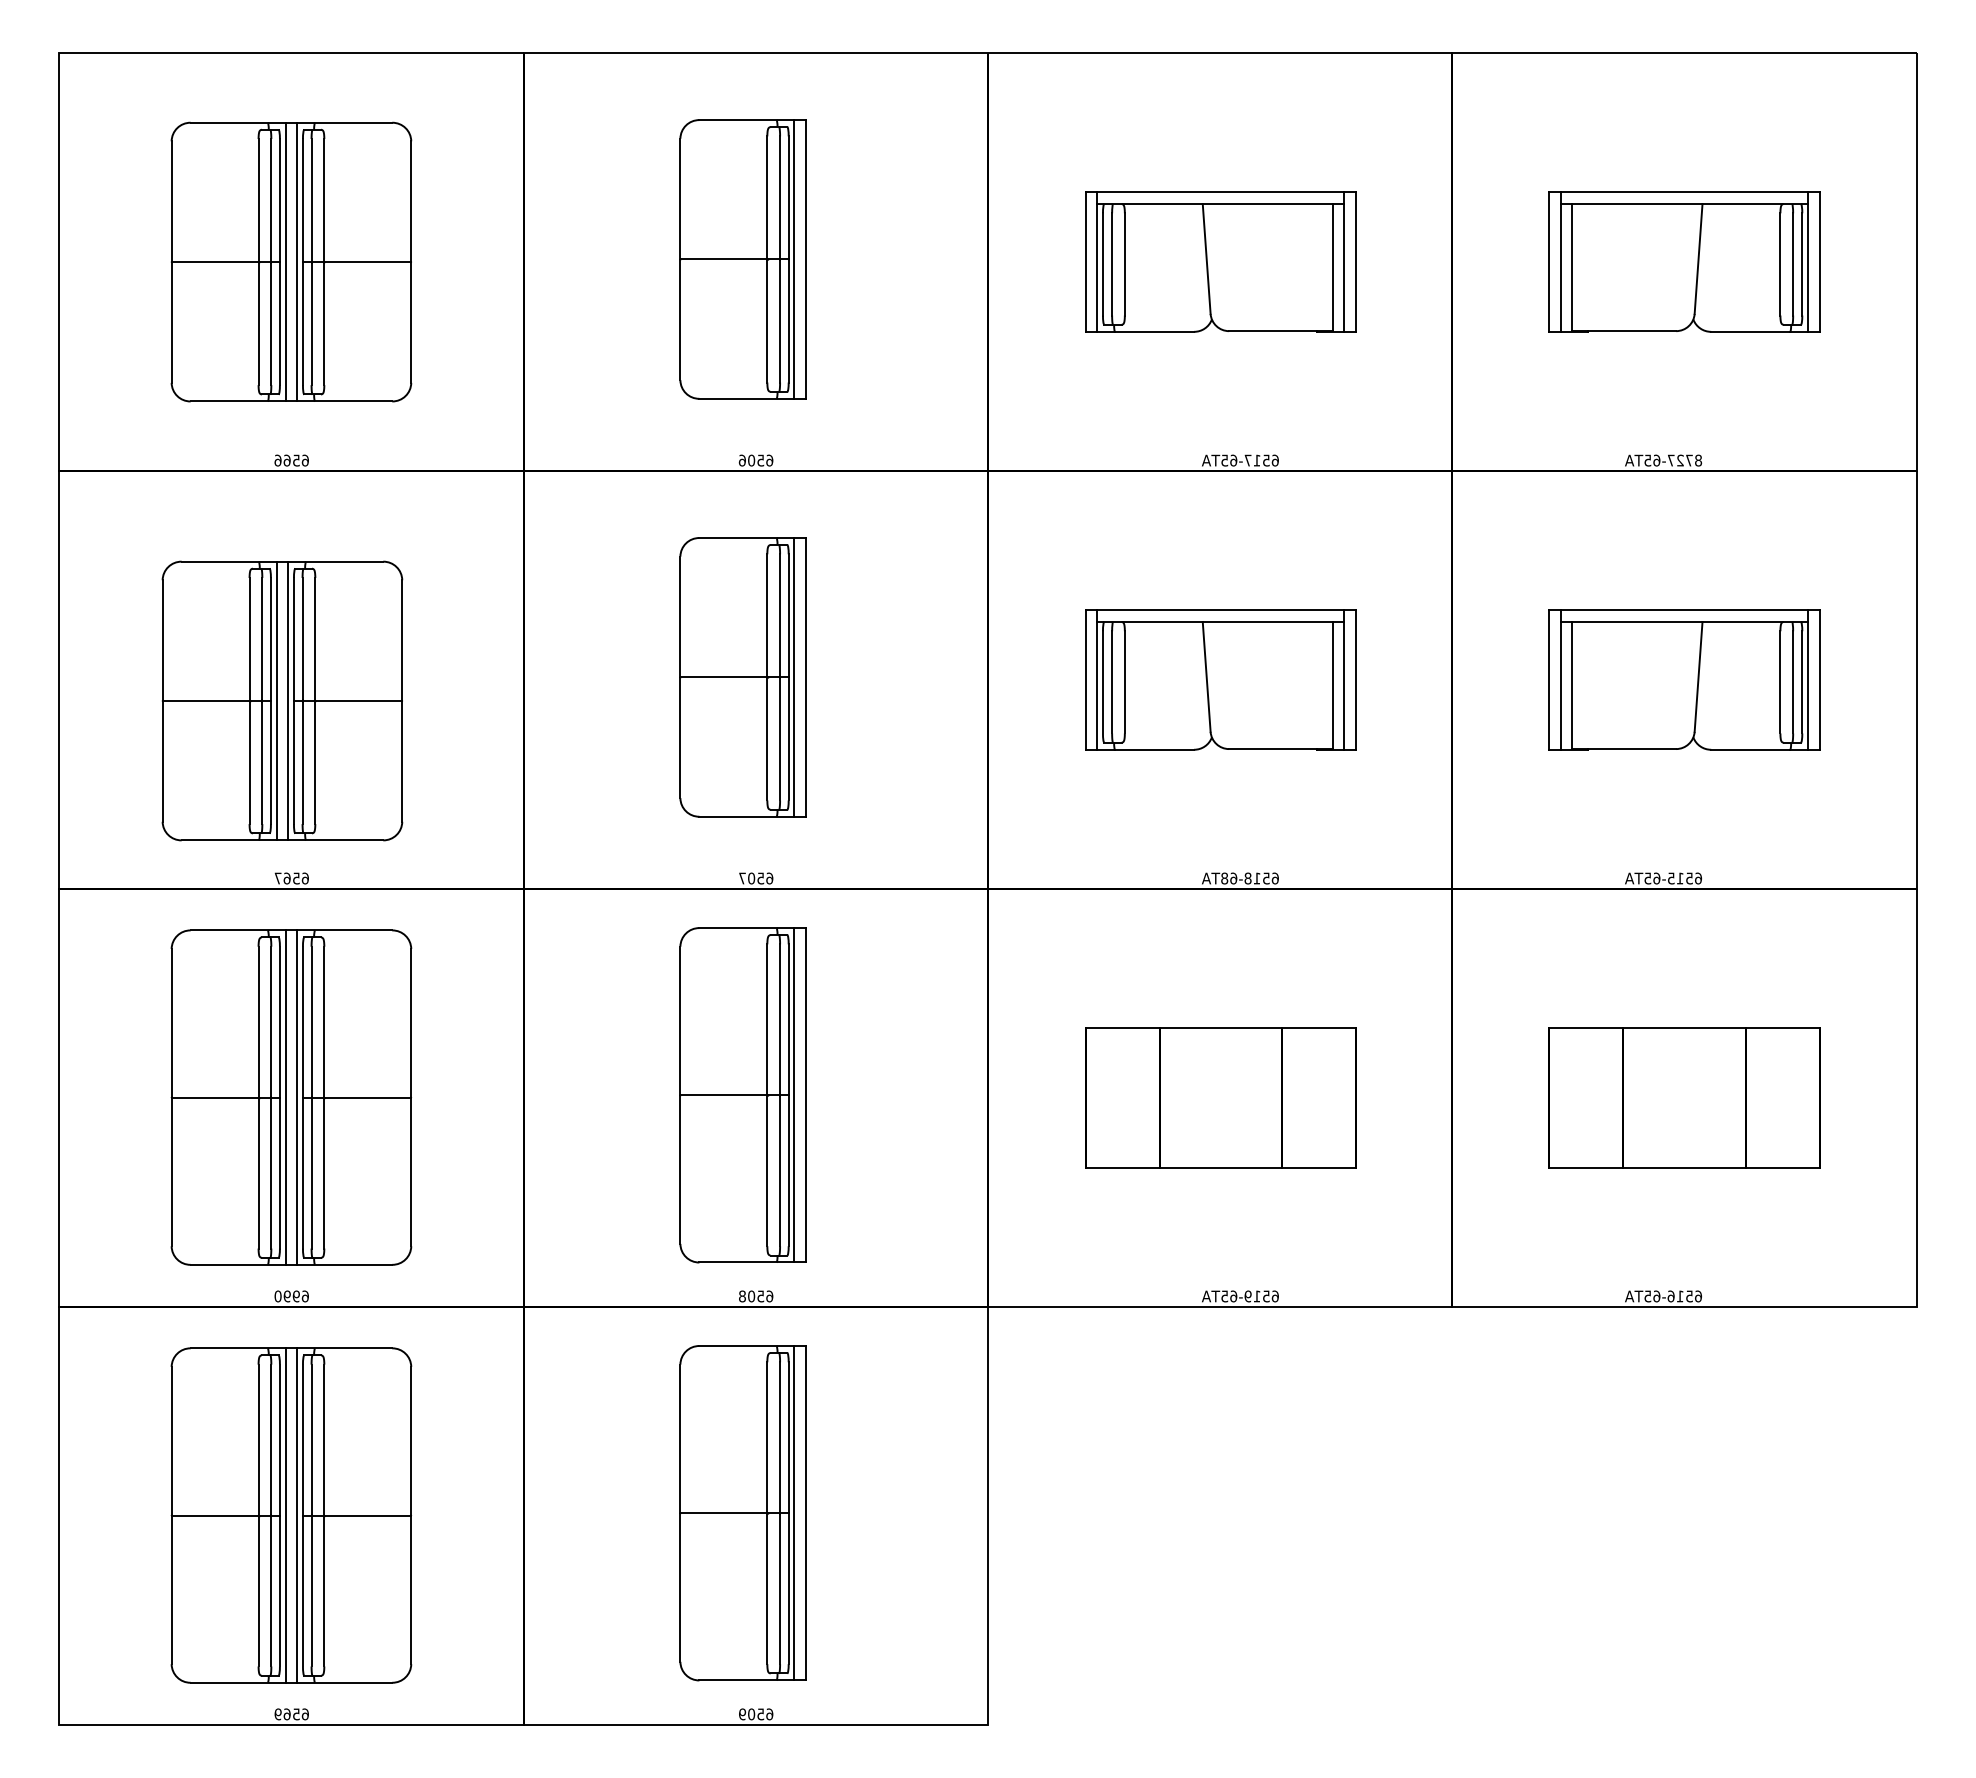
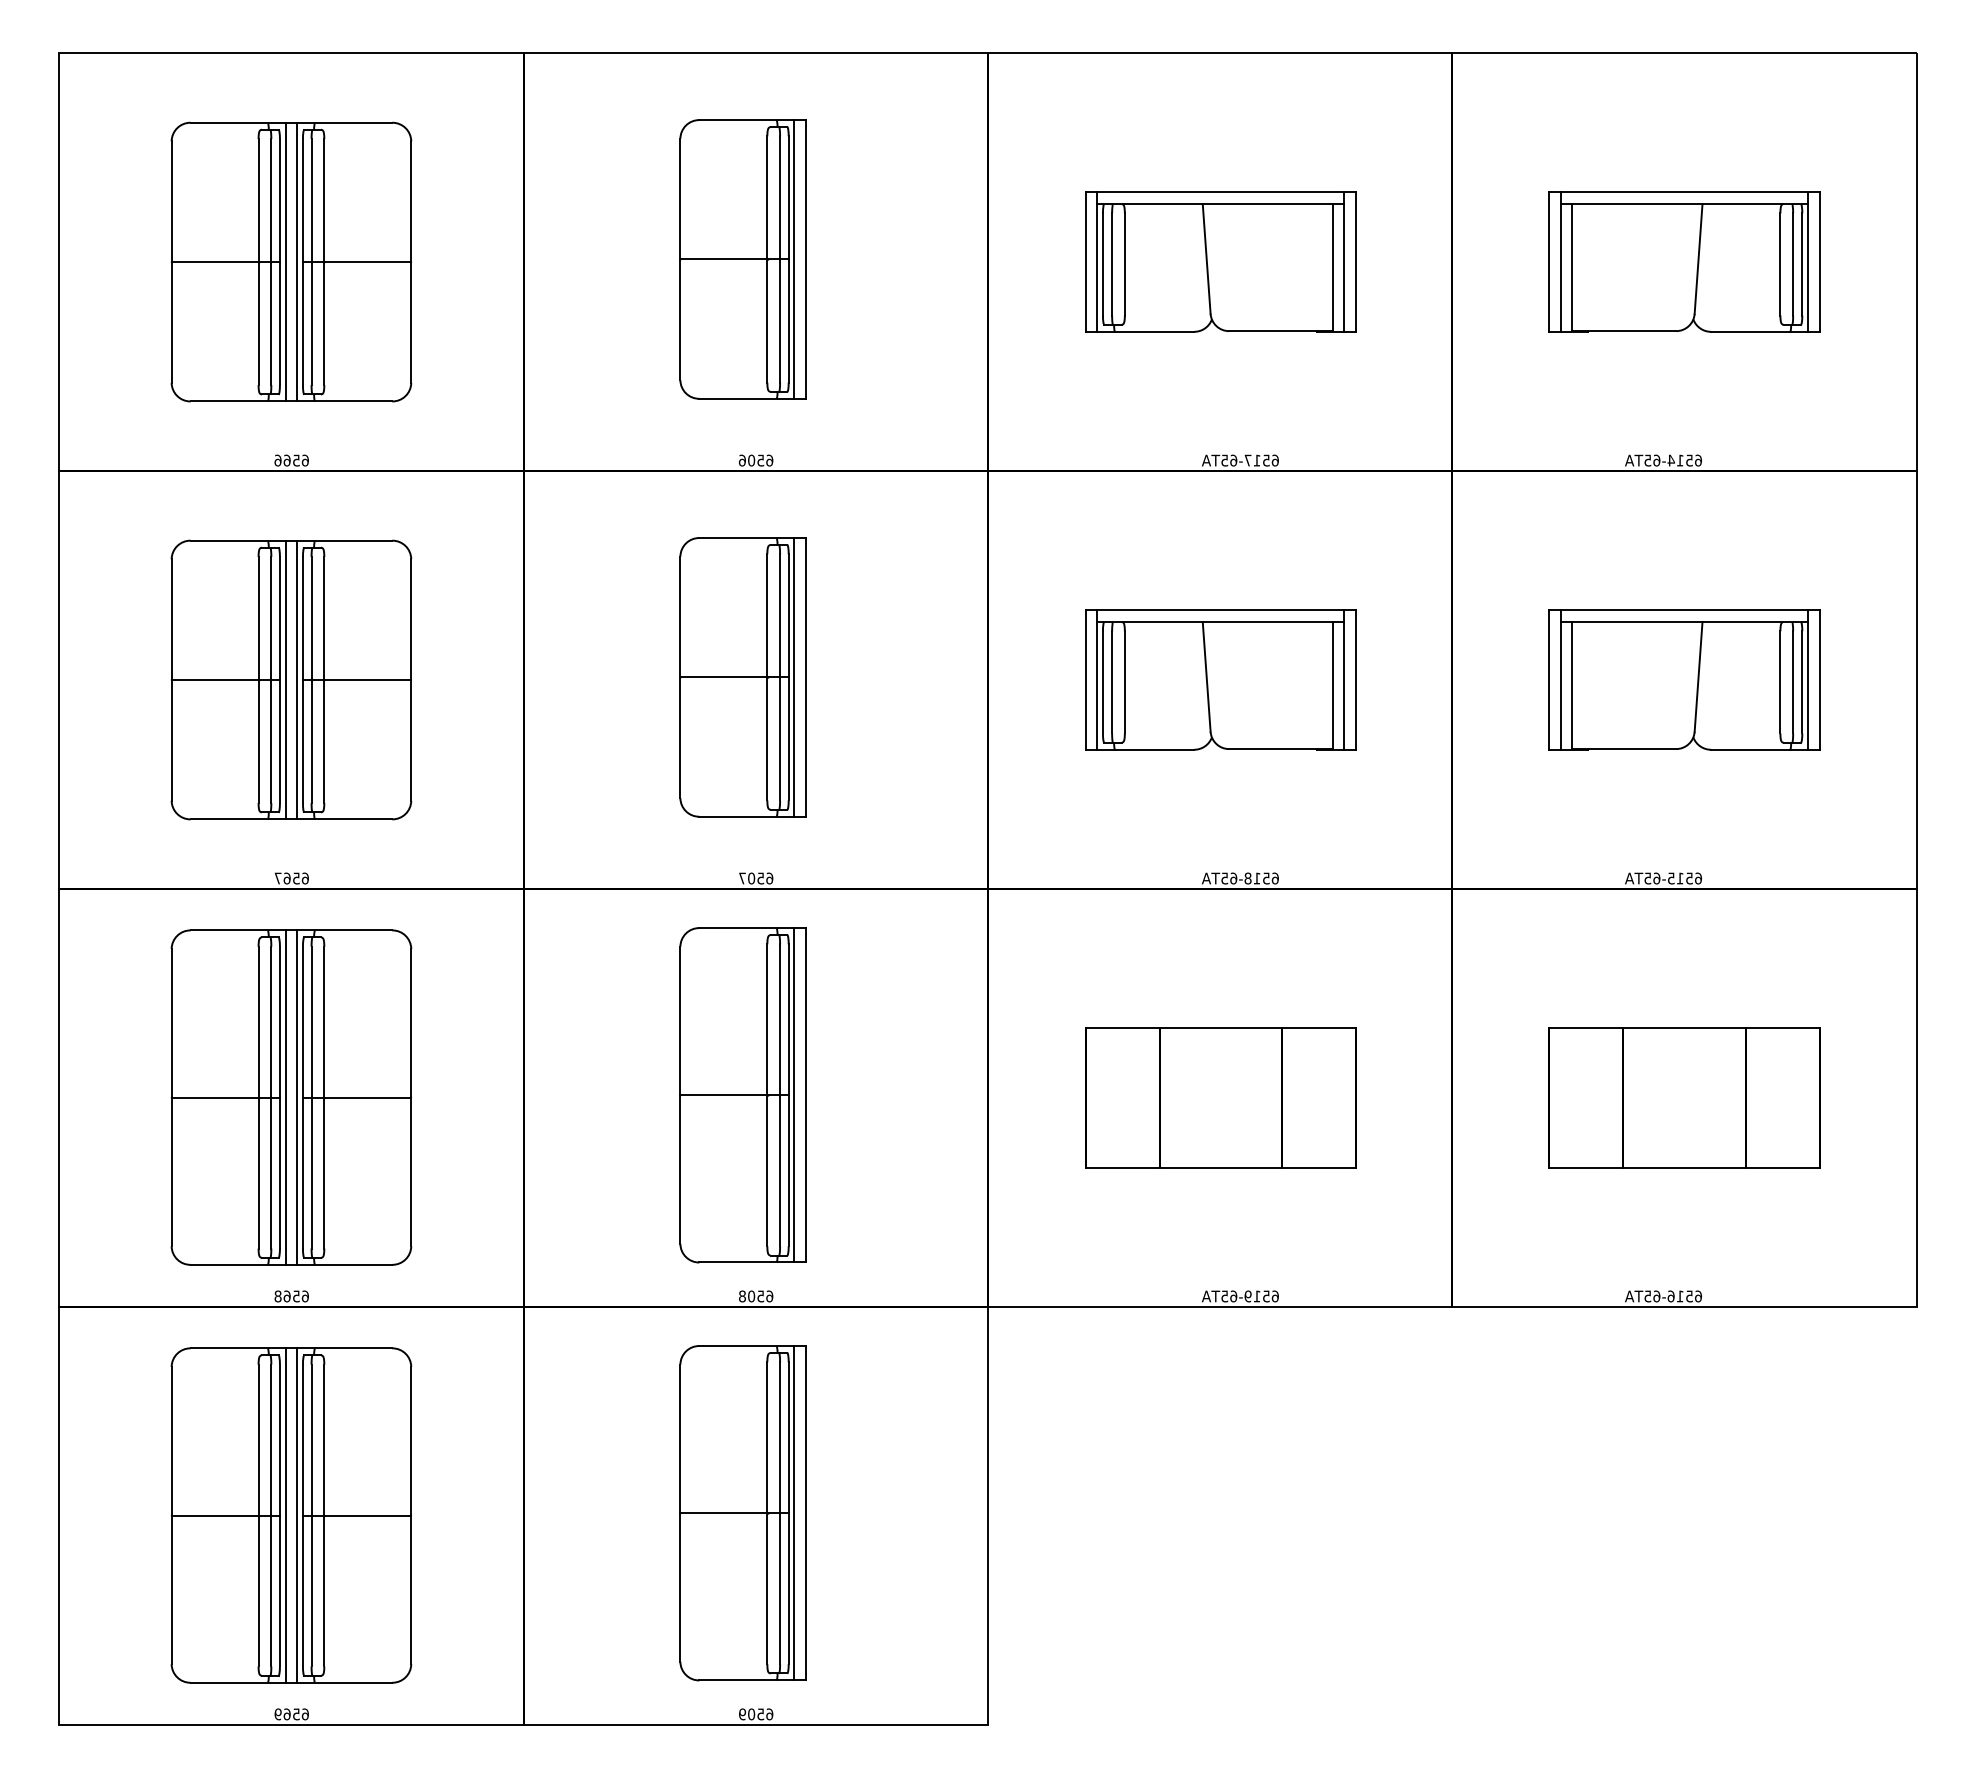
text at (1684, 460): 8727-65TA -> 6514-65TA
part at (282, 700) position: (282, 700) -> (291, 679)
text at (1224, 878): 6518-68TA -> 6518-65TA
text at (286, 1296): 6990 -> 6568
